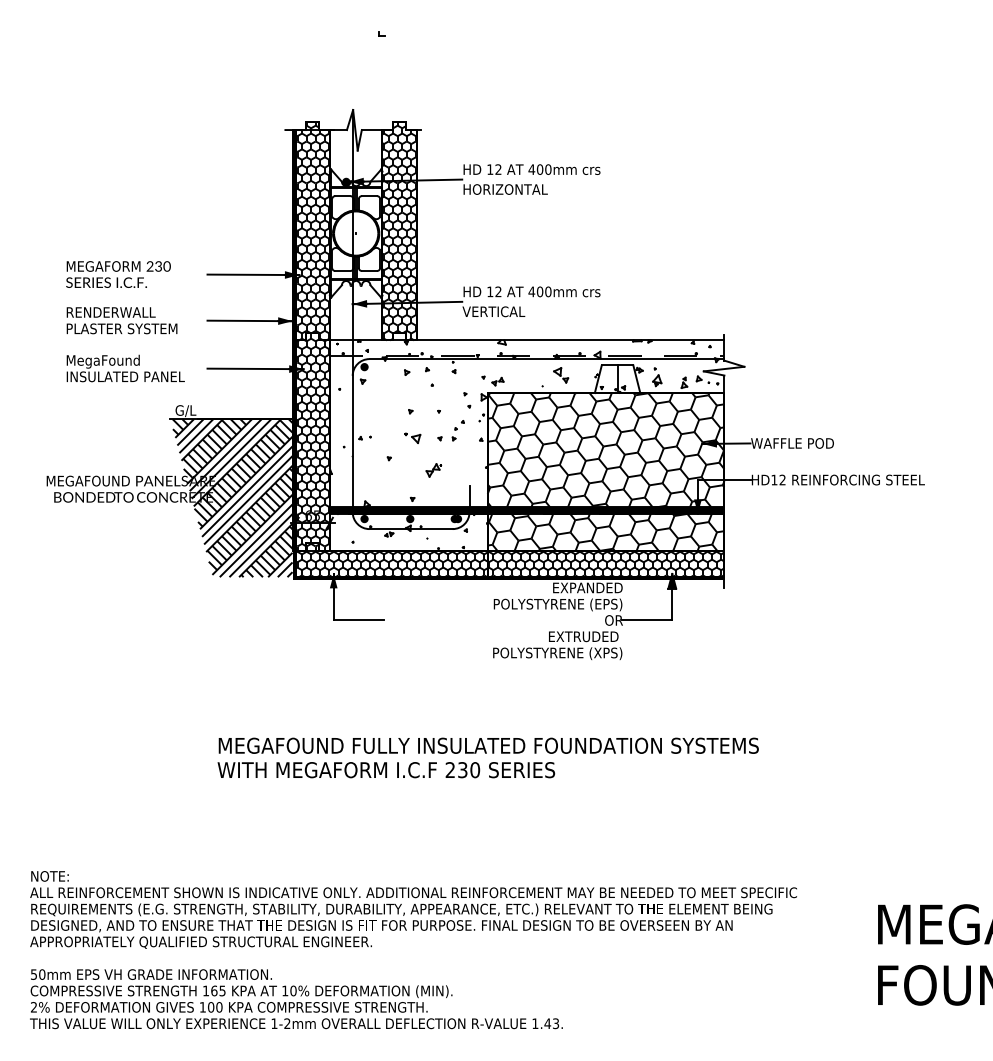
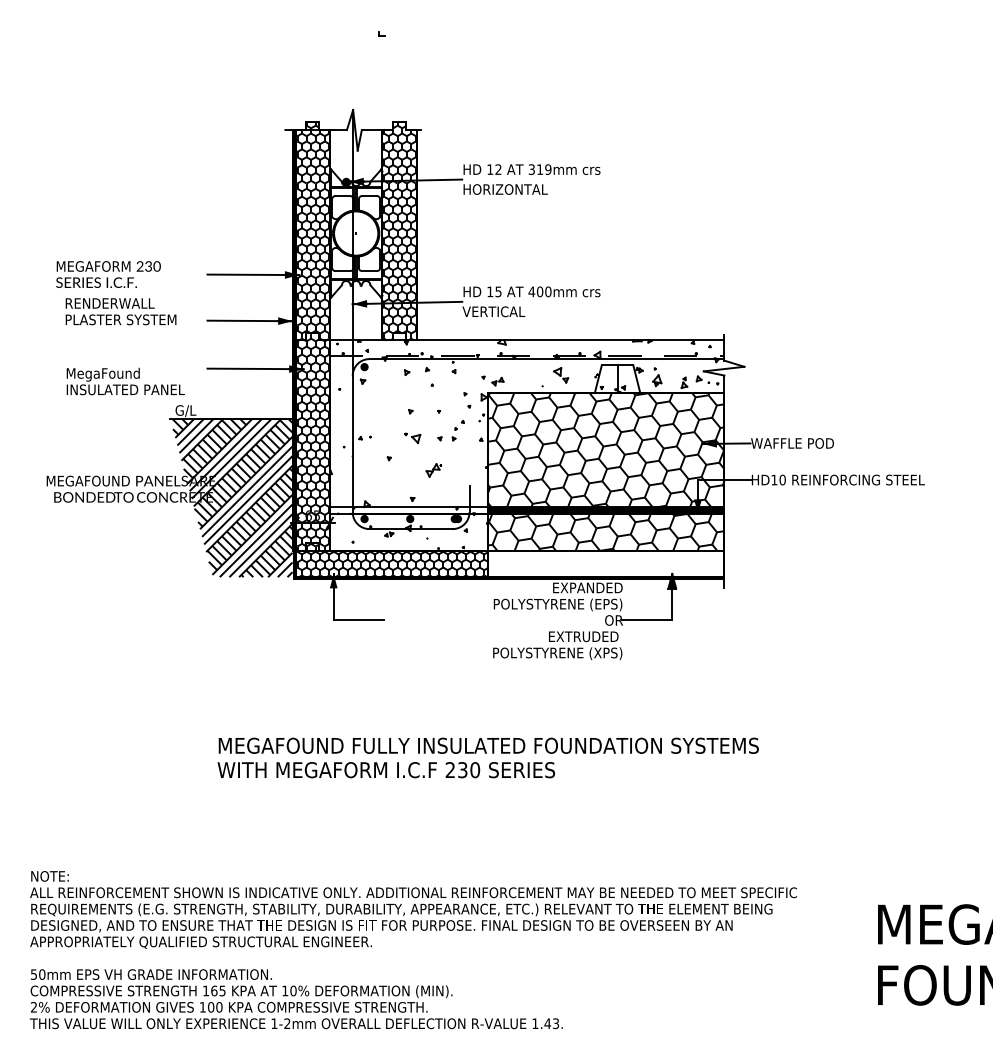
text at (539, 169): 400mm -> 319mm
text at (118, 274) position: (118, 274) -> (108, 274)
text at (498, 291): 12 -> 15
text at (121, 320) position: (121, 320) -> (120, 311)
text at (125, 368) position: (125, 368) -> (125, 381)
text at (782, 479): HD12 -> HD10
fill at (408, 510): present -> none
hatch at (605, 563): present -> none
